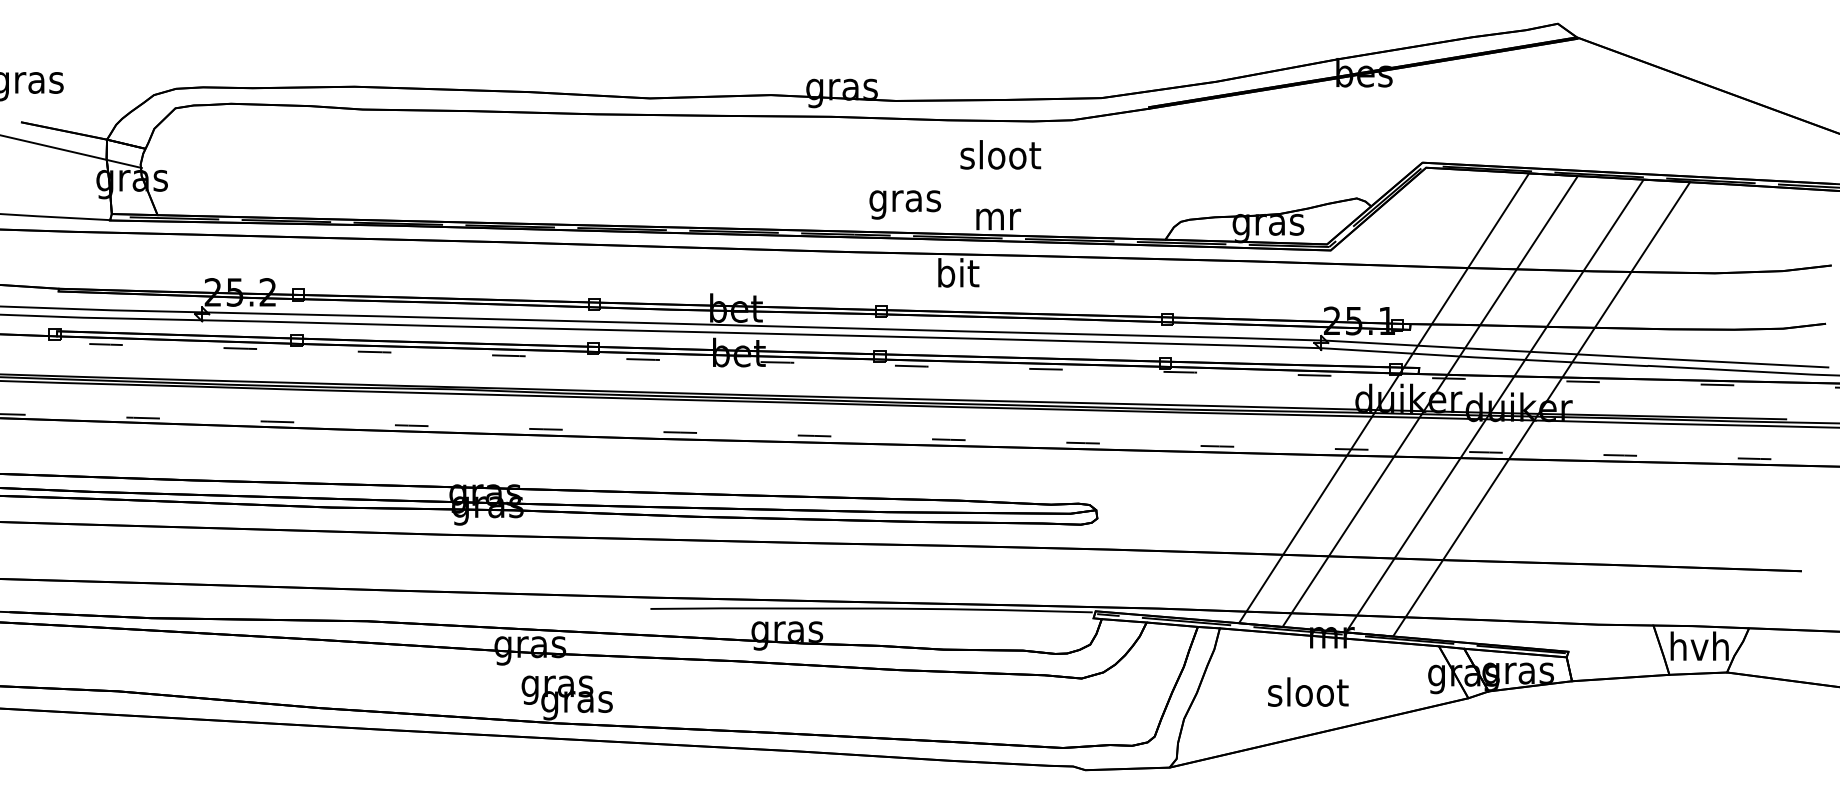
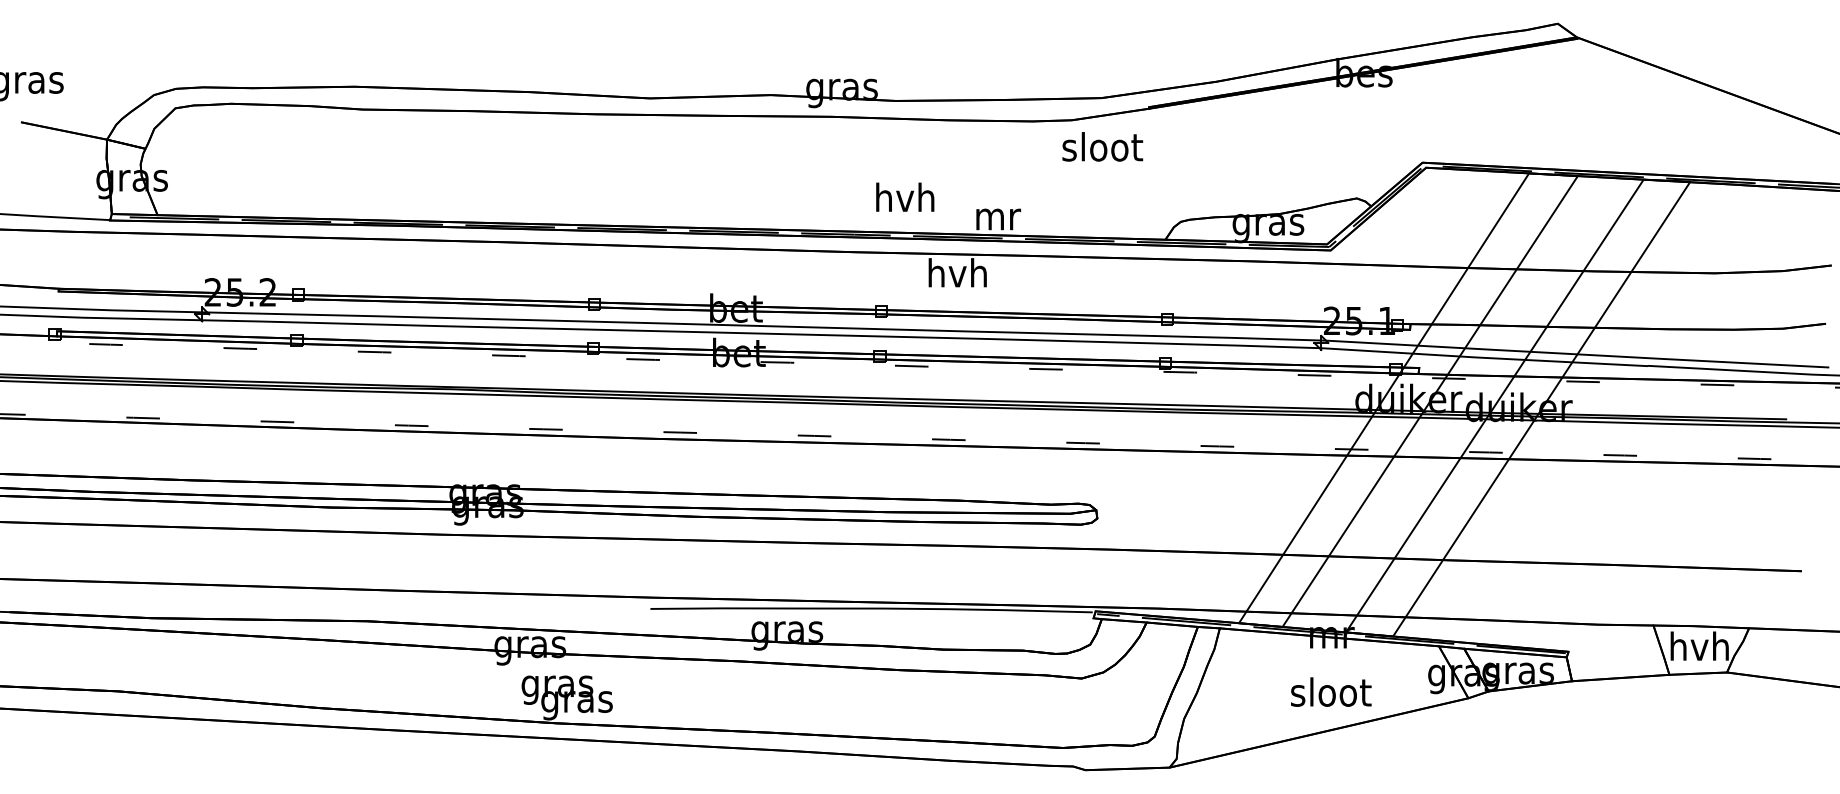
line at (71, 151): present -> none
text at (1000, 154) position: (1000, 154) -> (1102, 146)
text at (904, 200): gras -> hvh
text at (957, 272): bit -> hvh
text at (1308, 691) position: (1308, 691) -> (1331, 691)
